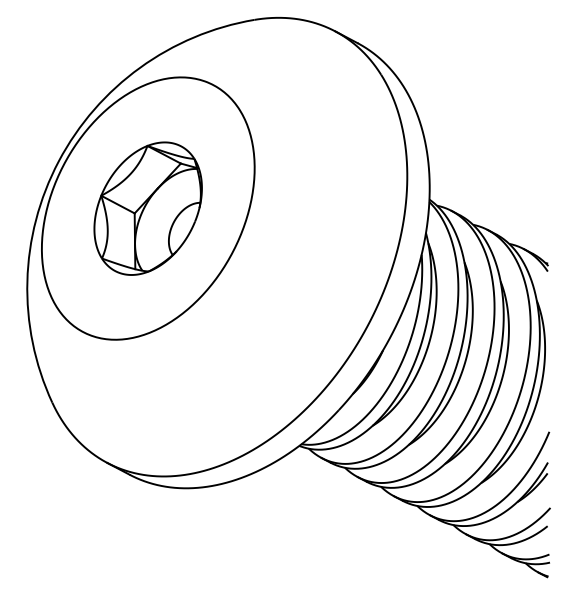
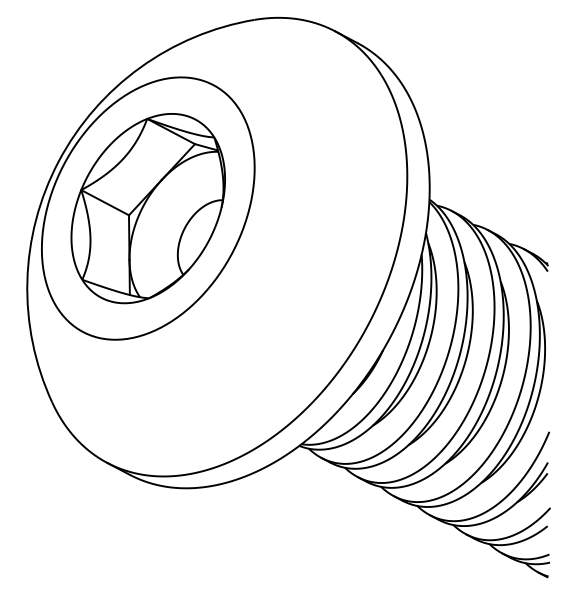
part at (147, 208) size: 110x135 px -> 156x192 px
